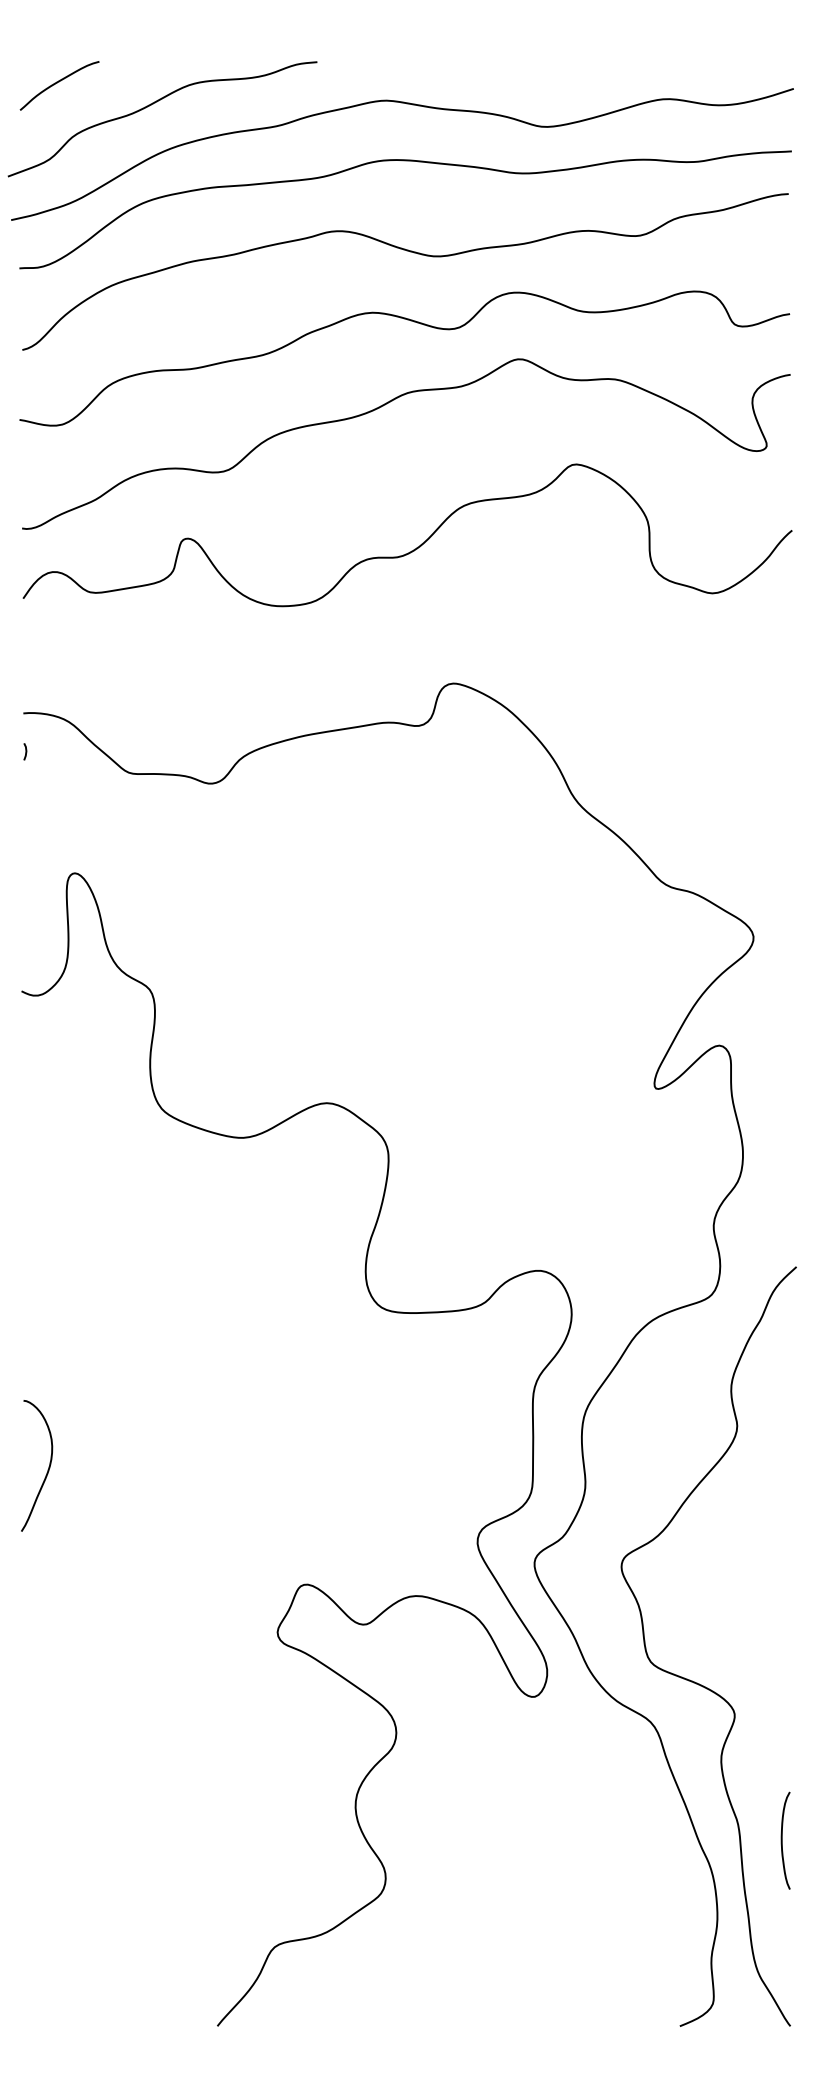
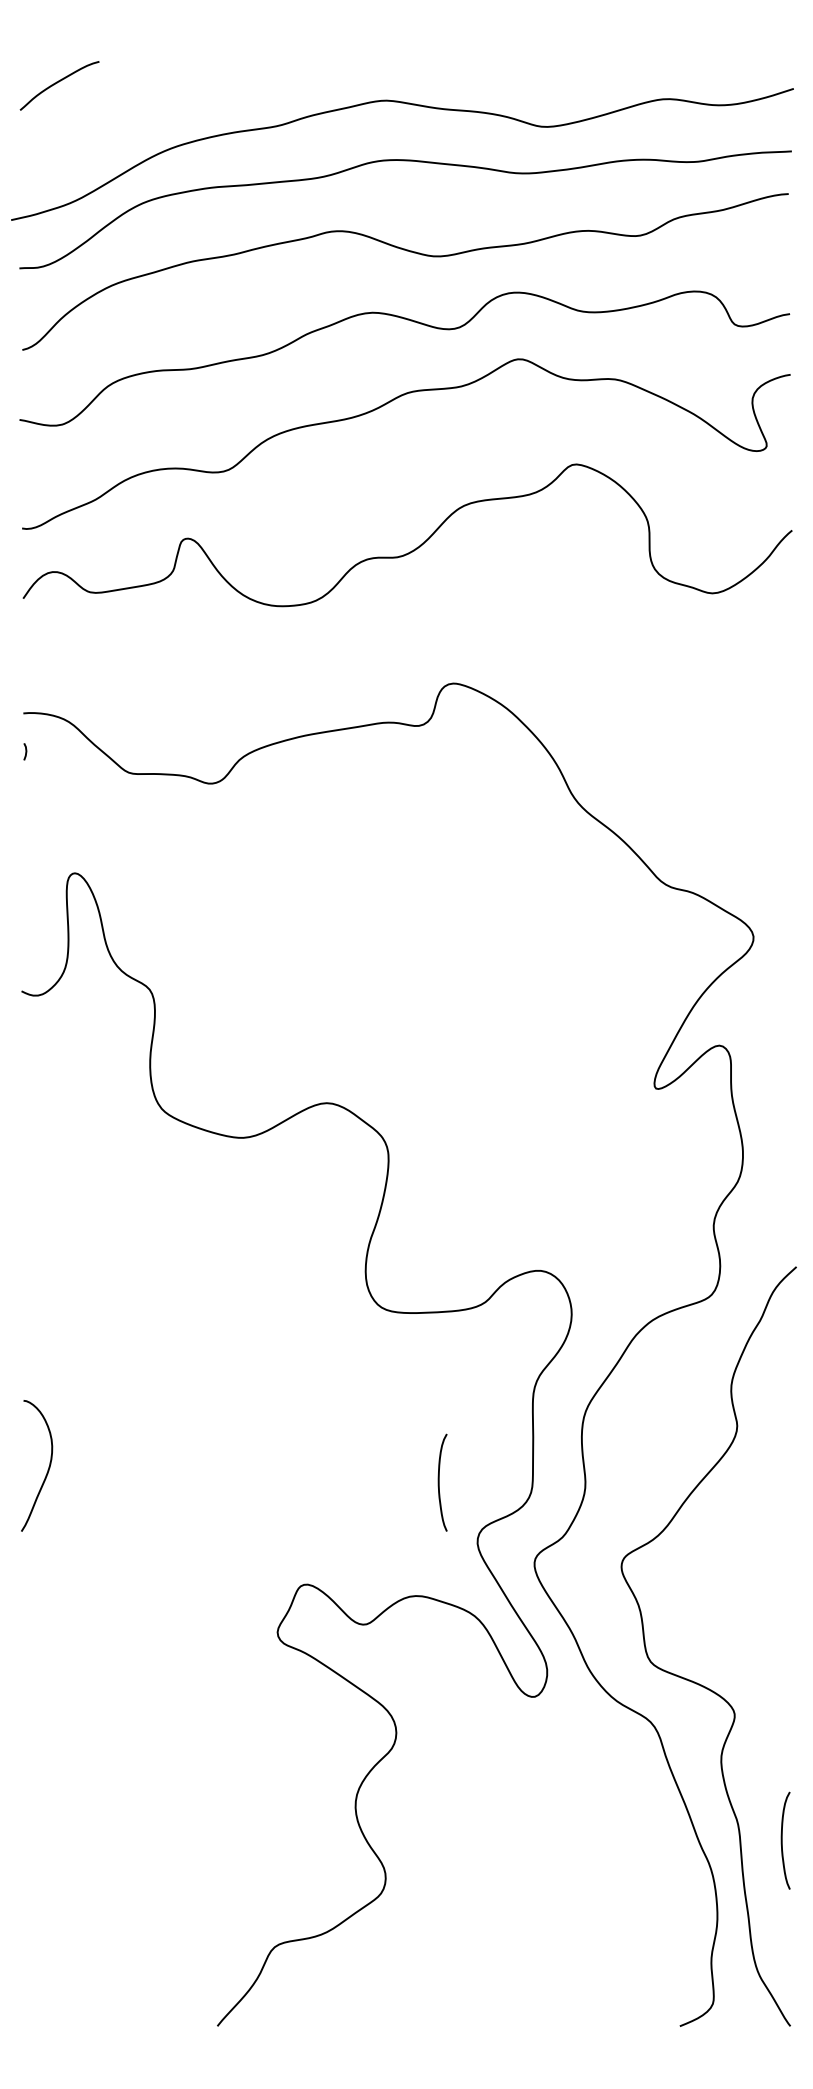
curve at (155, 103): present -> none
curve at (439, 1482): none -> present
